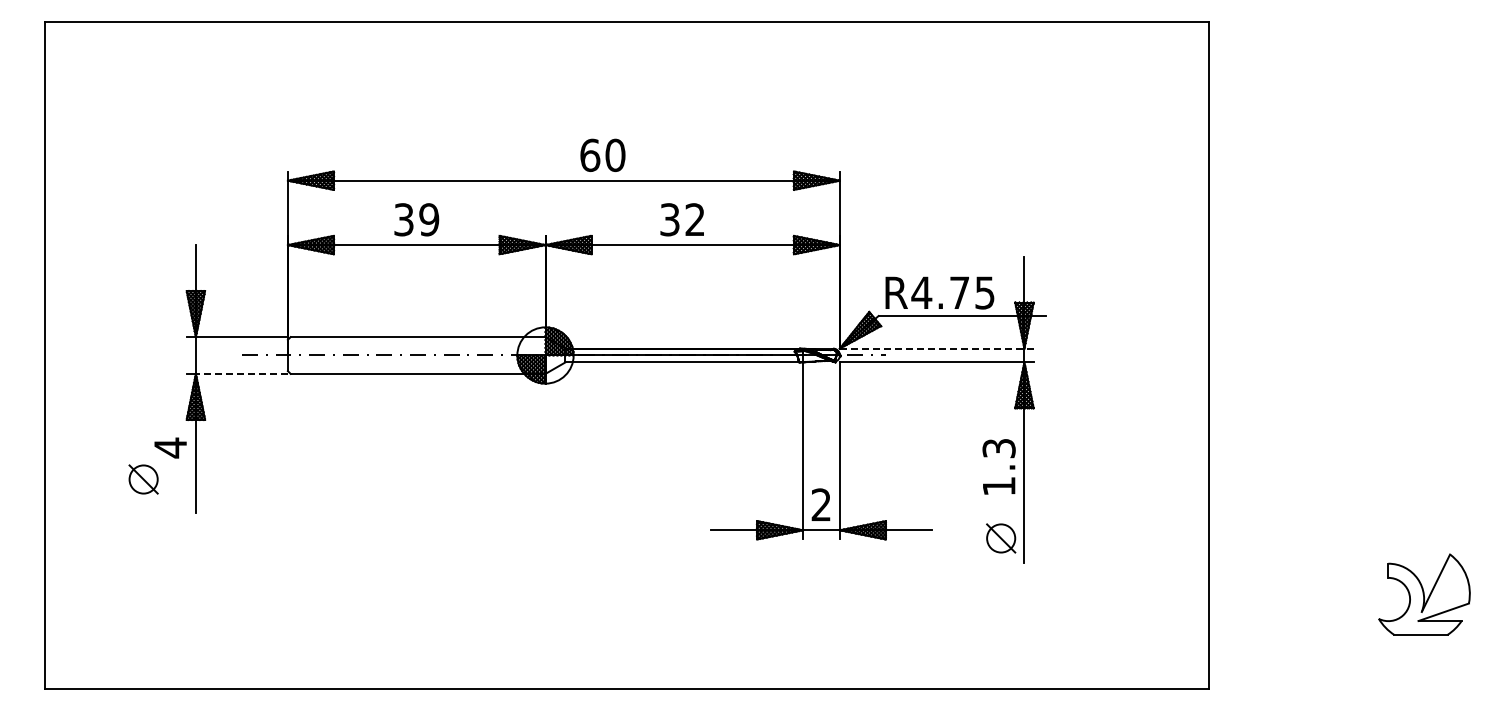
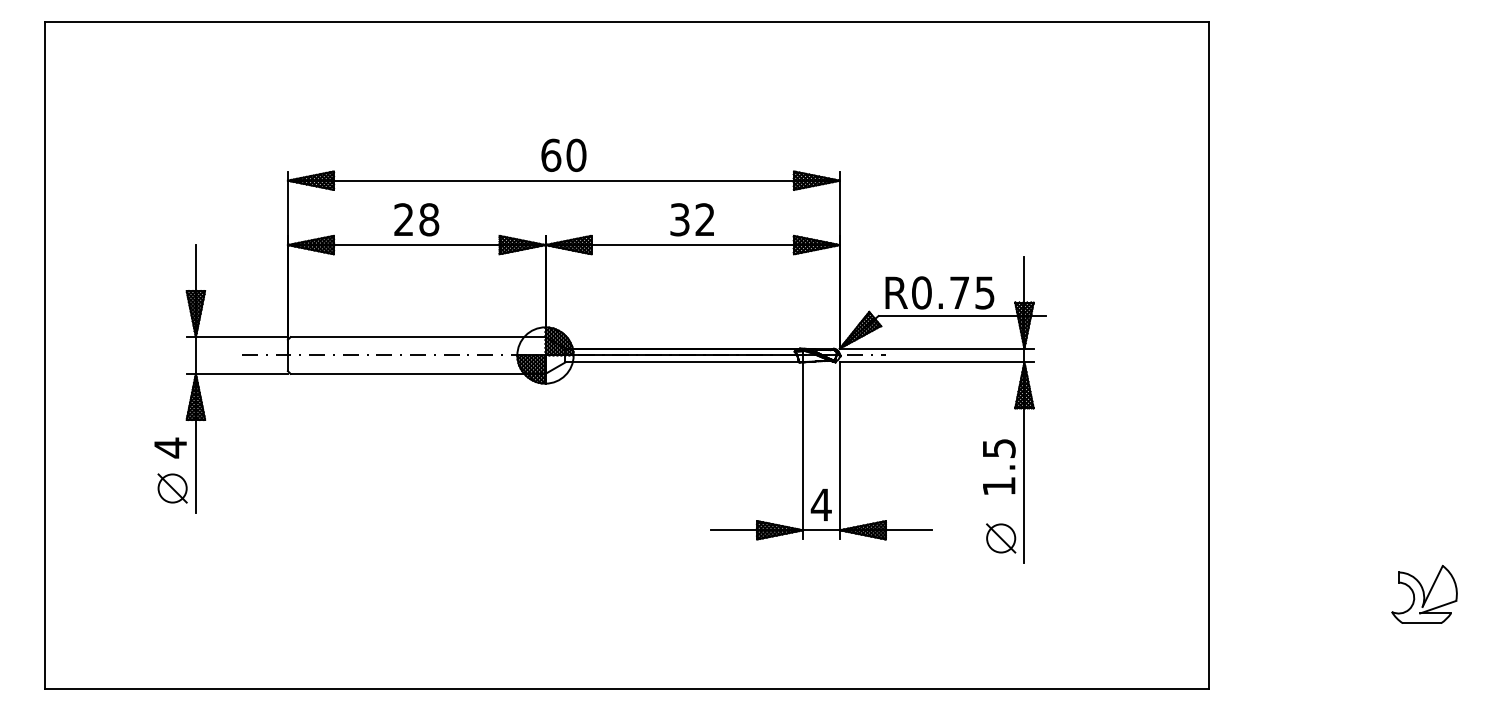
text at (602, 154) position: (602, 154) -> (563, 154)
text at (416, 219): 39 -> 28
text at (681, 219) position: (681, 219) -> (691, 219)
text at (921, 292): R4.75 -> R0.75
line at (936, 348): dashed -> solid
line at (241, 373): dashed -> solid
text at (998, 448): 1.3 -> 1.5
part at (143, 479) position: (143, 479) -> (172, 488)
text at (820, 504): 2 -> 4
part at (1424, 594) size: 93x83 px -> 67x59 px
